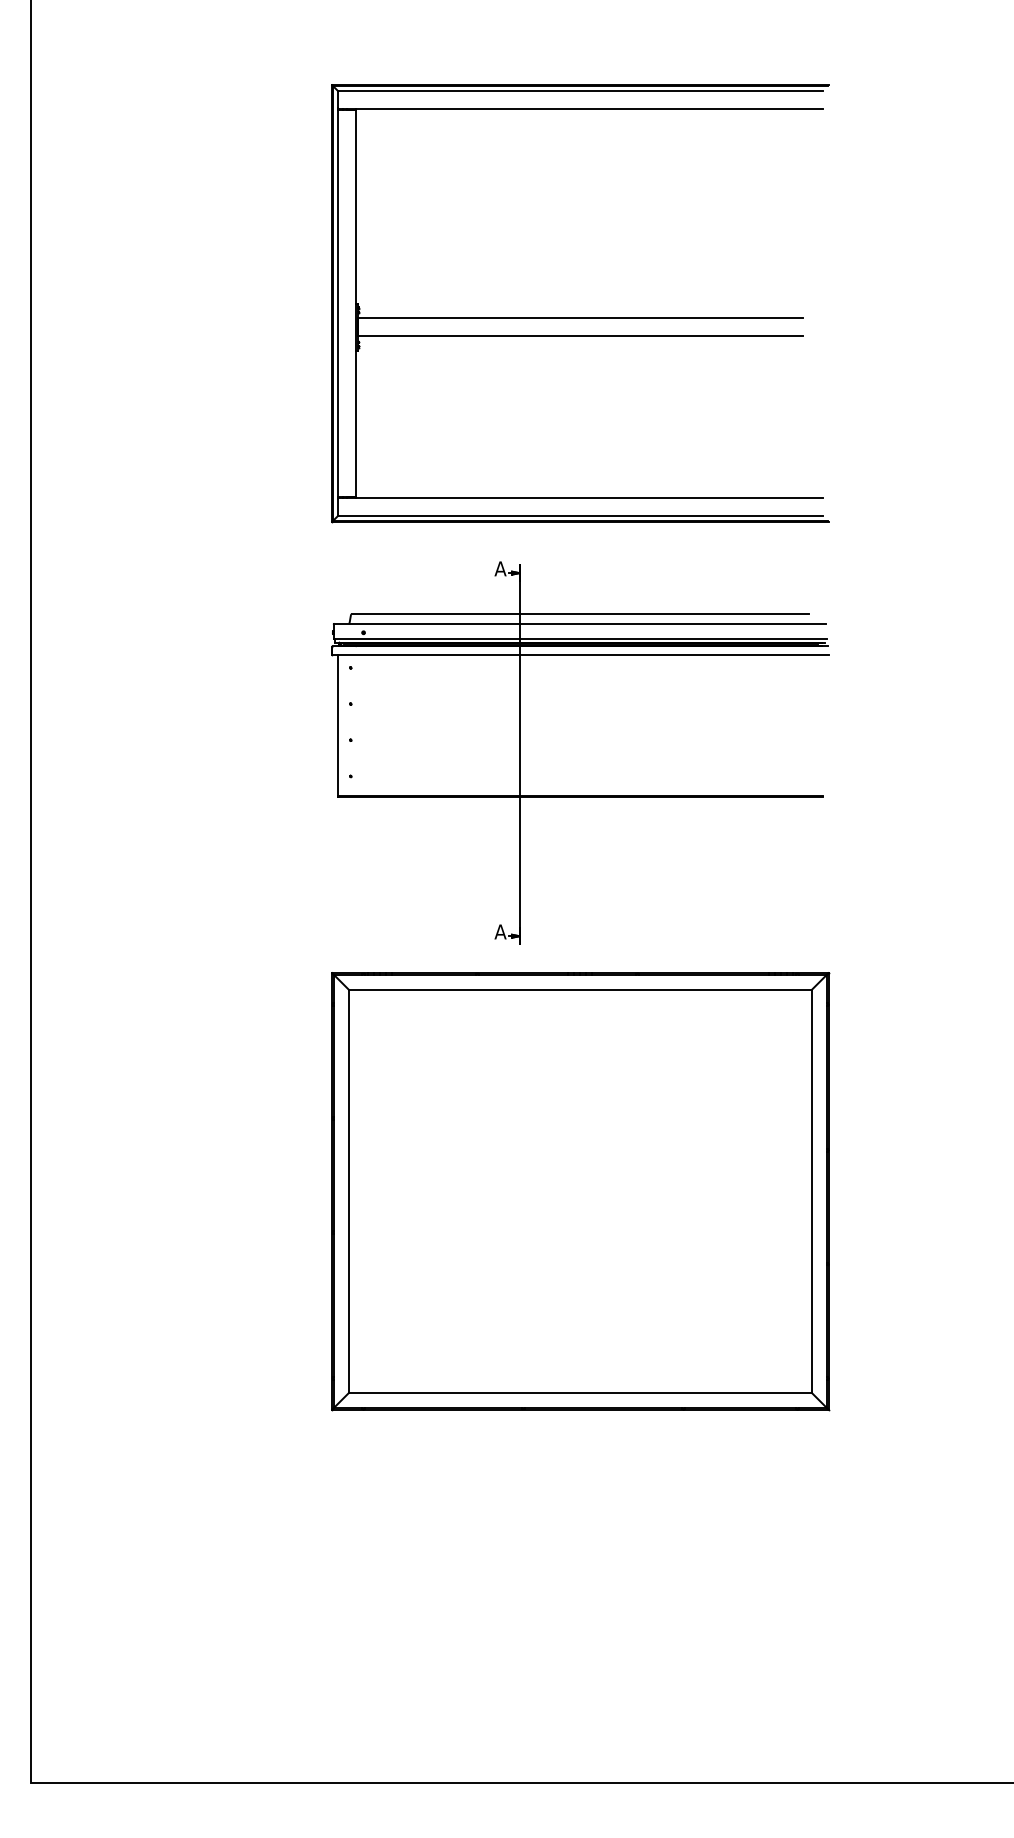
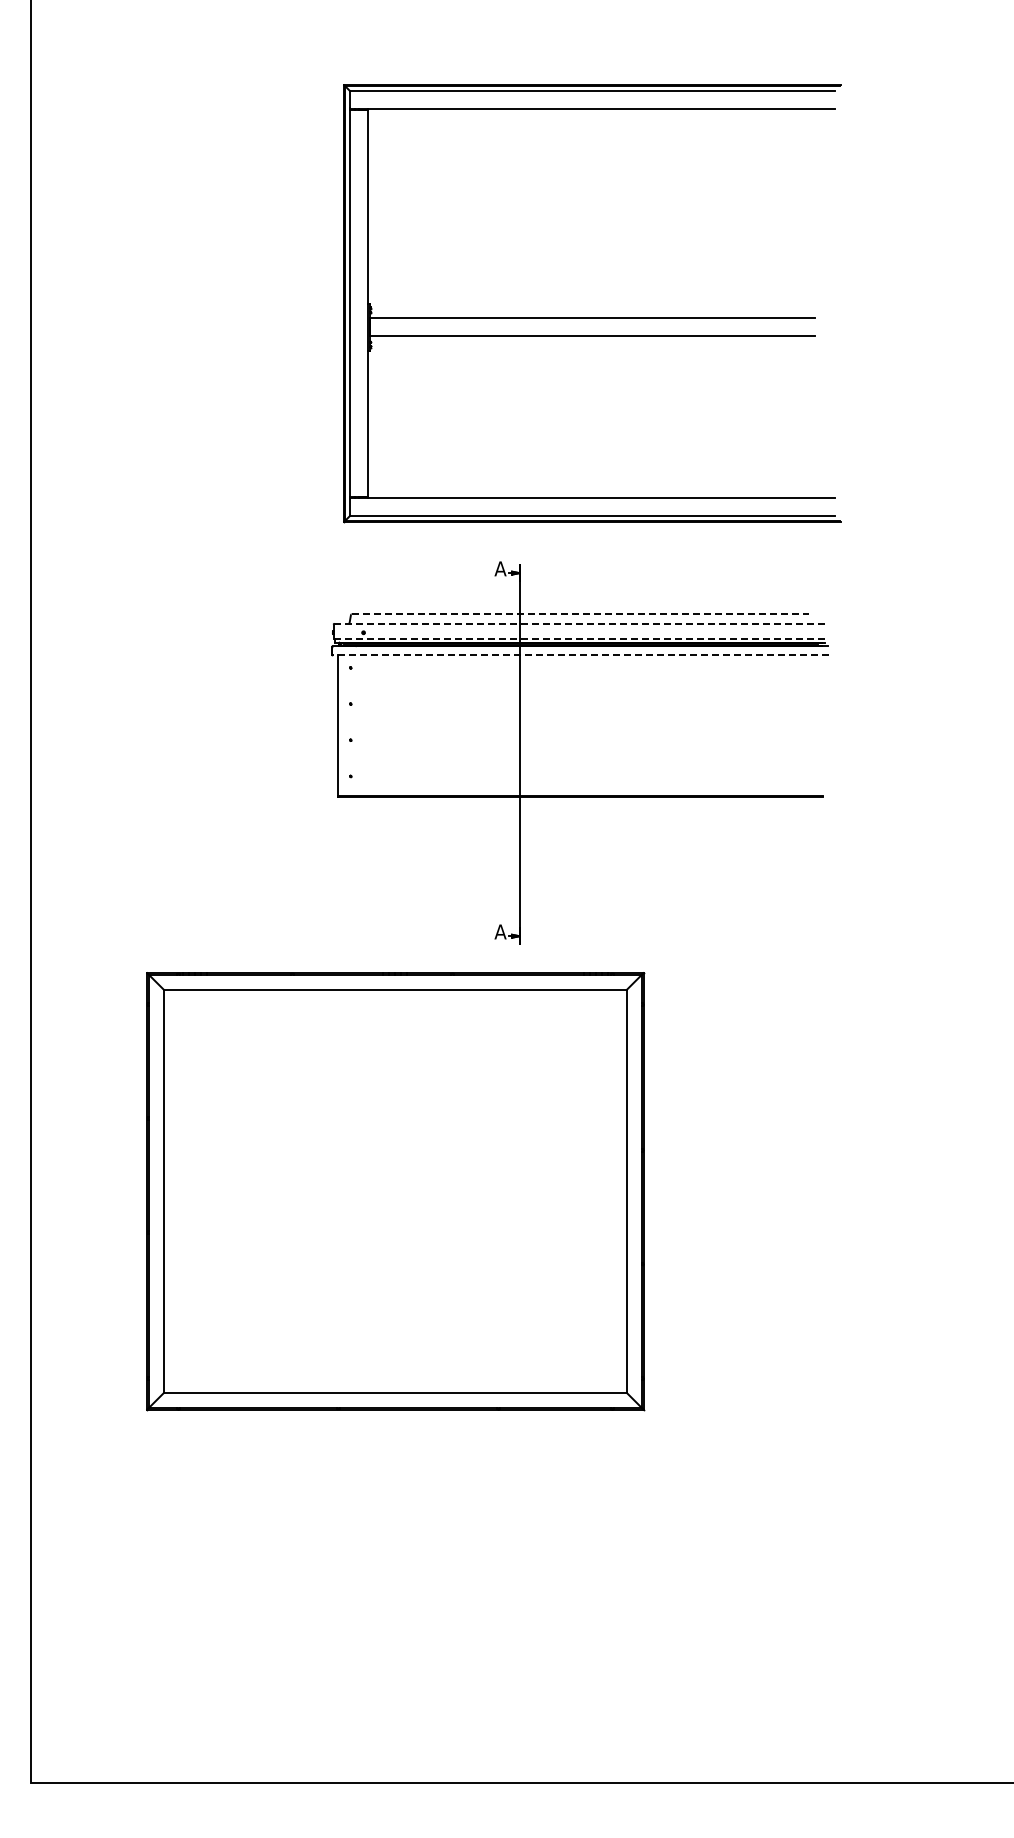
part at (580, 317) position: (580, 317) -> (592, 317)
line at (580, 614): solid -> dashed
line at (580, 623): solid -> dashed
line at (580, 638): solid -> dashed
line at (579, 655): solid -> dashed
part at (580, 1191) position: (580, 1191) -> (395, 1191)
